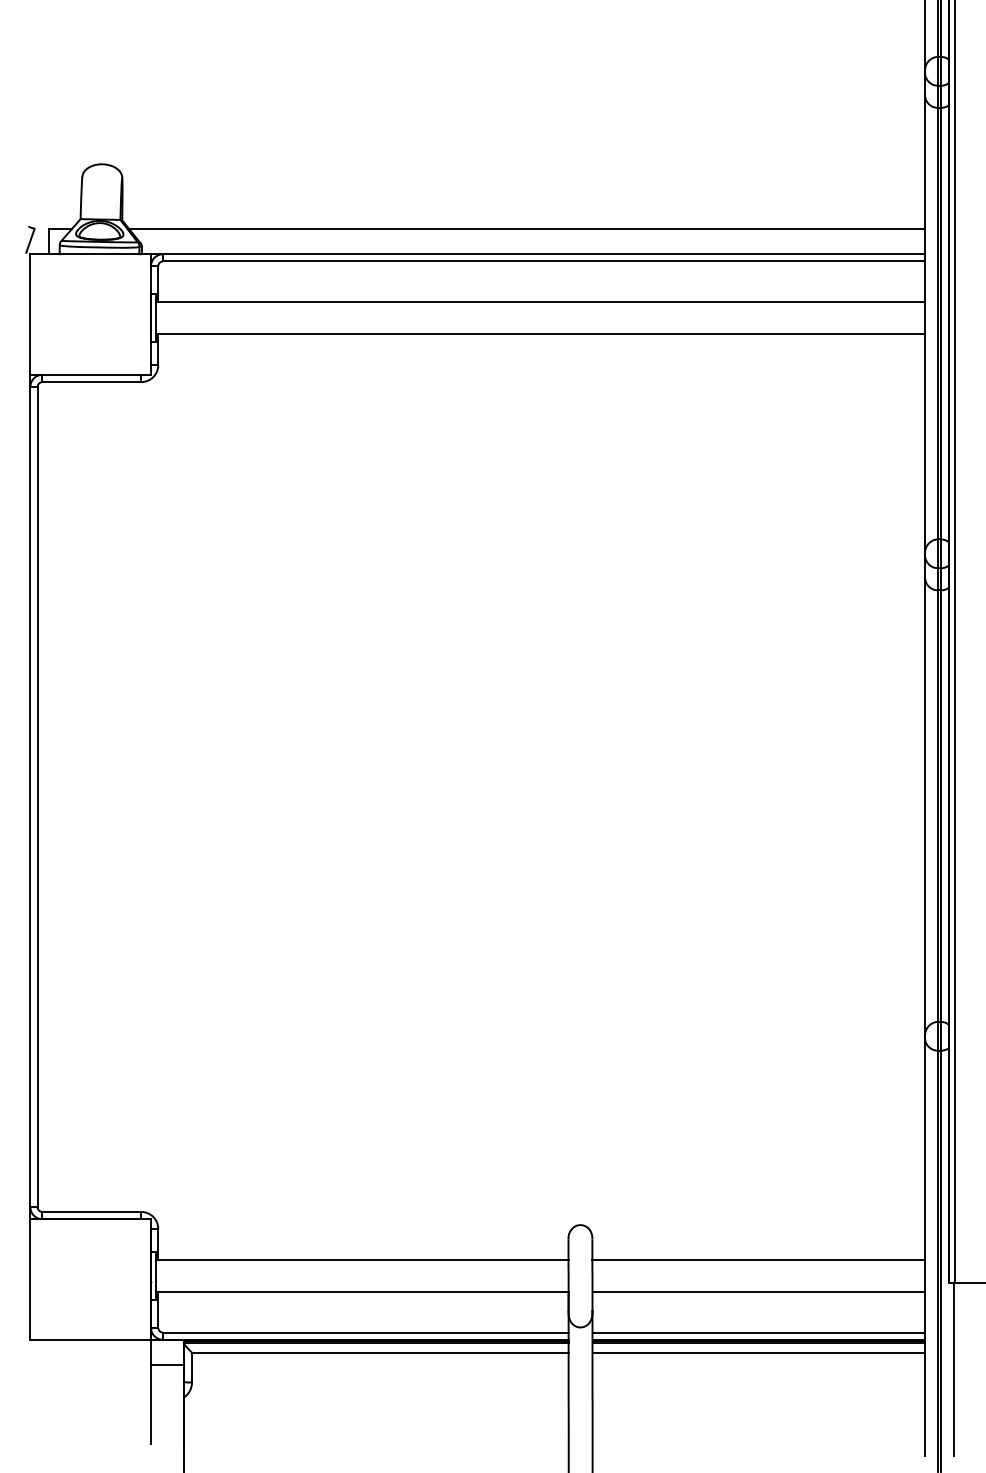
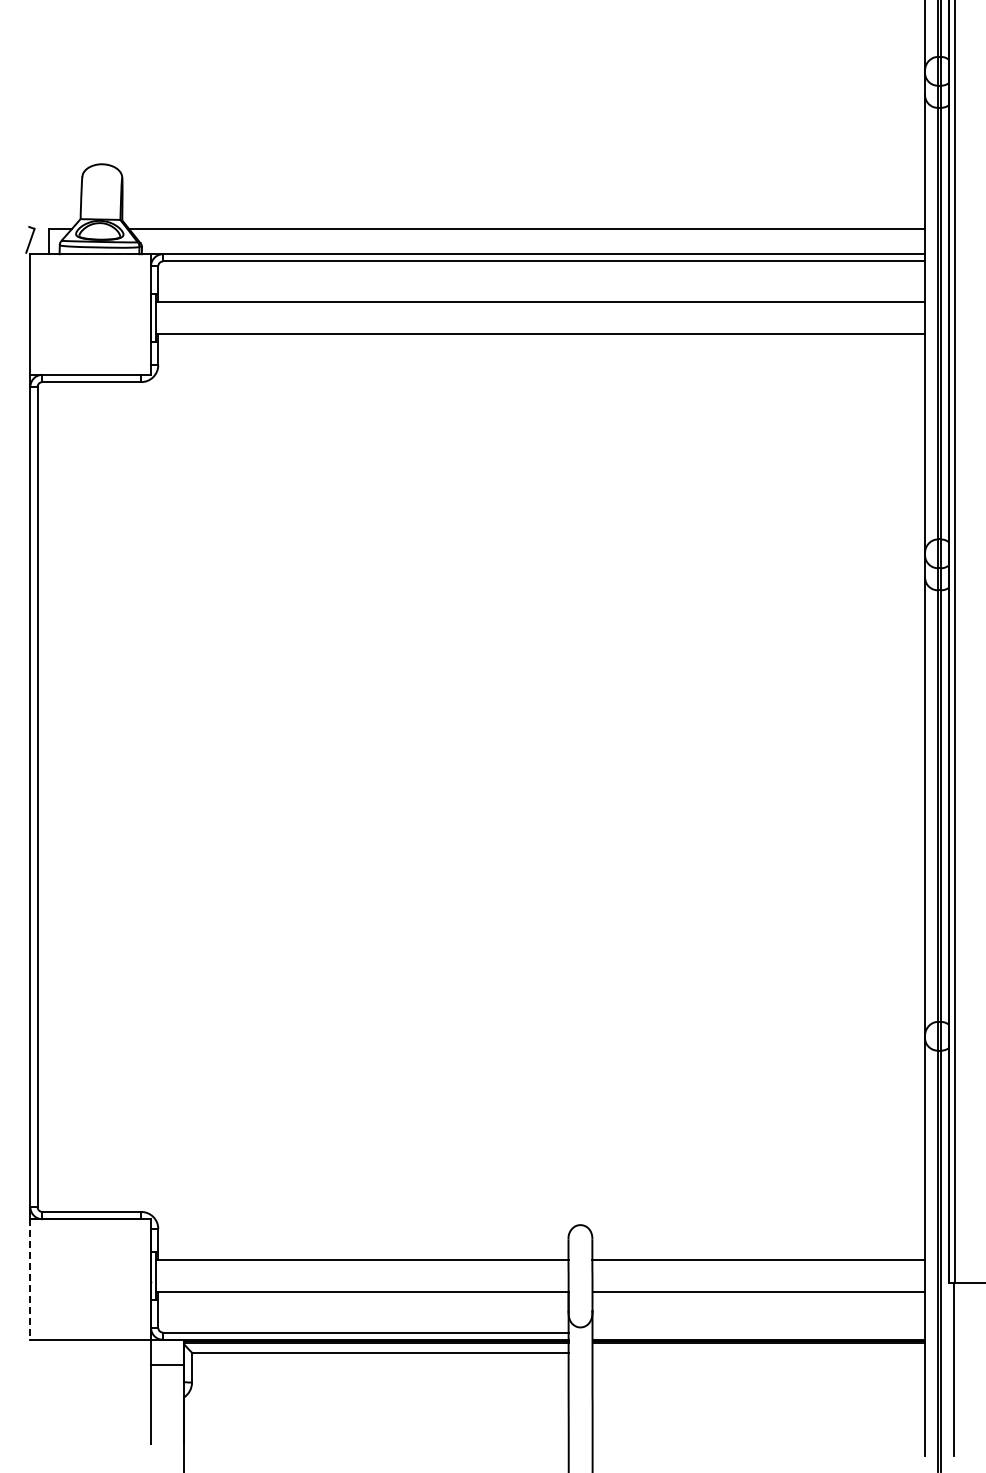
line at (30, 1280): solid -> dashed
line at (758, 1332): present -> none
line at (758, 1352): present -> none
